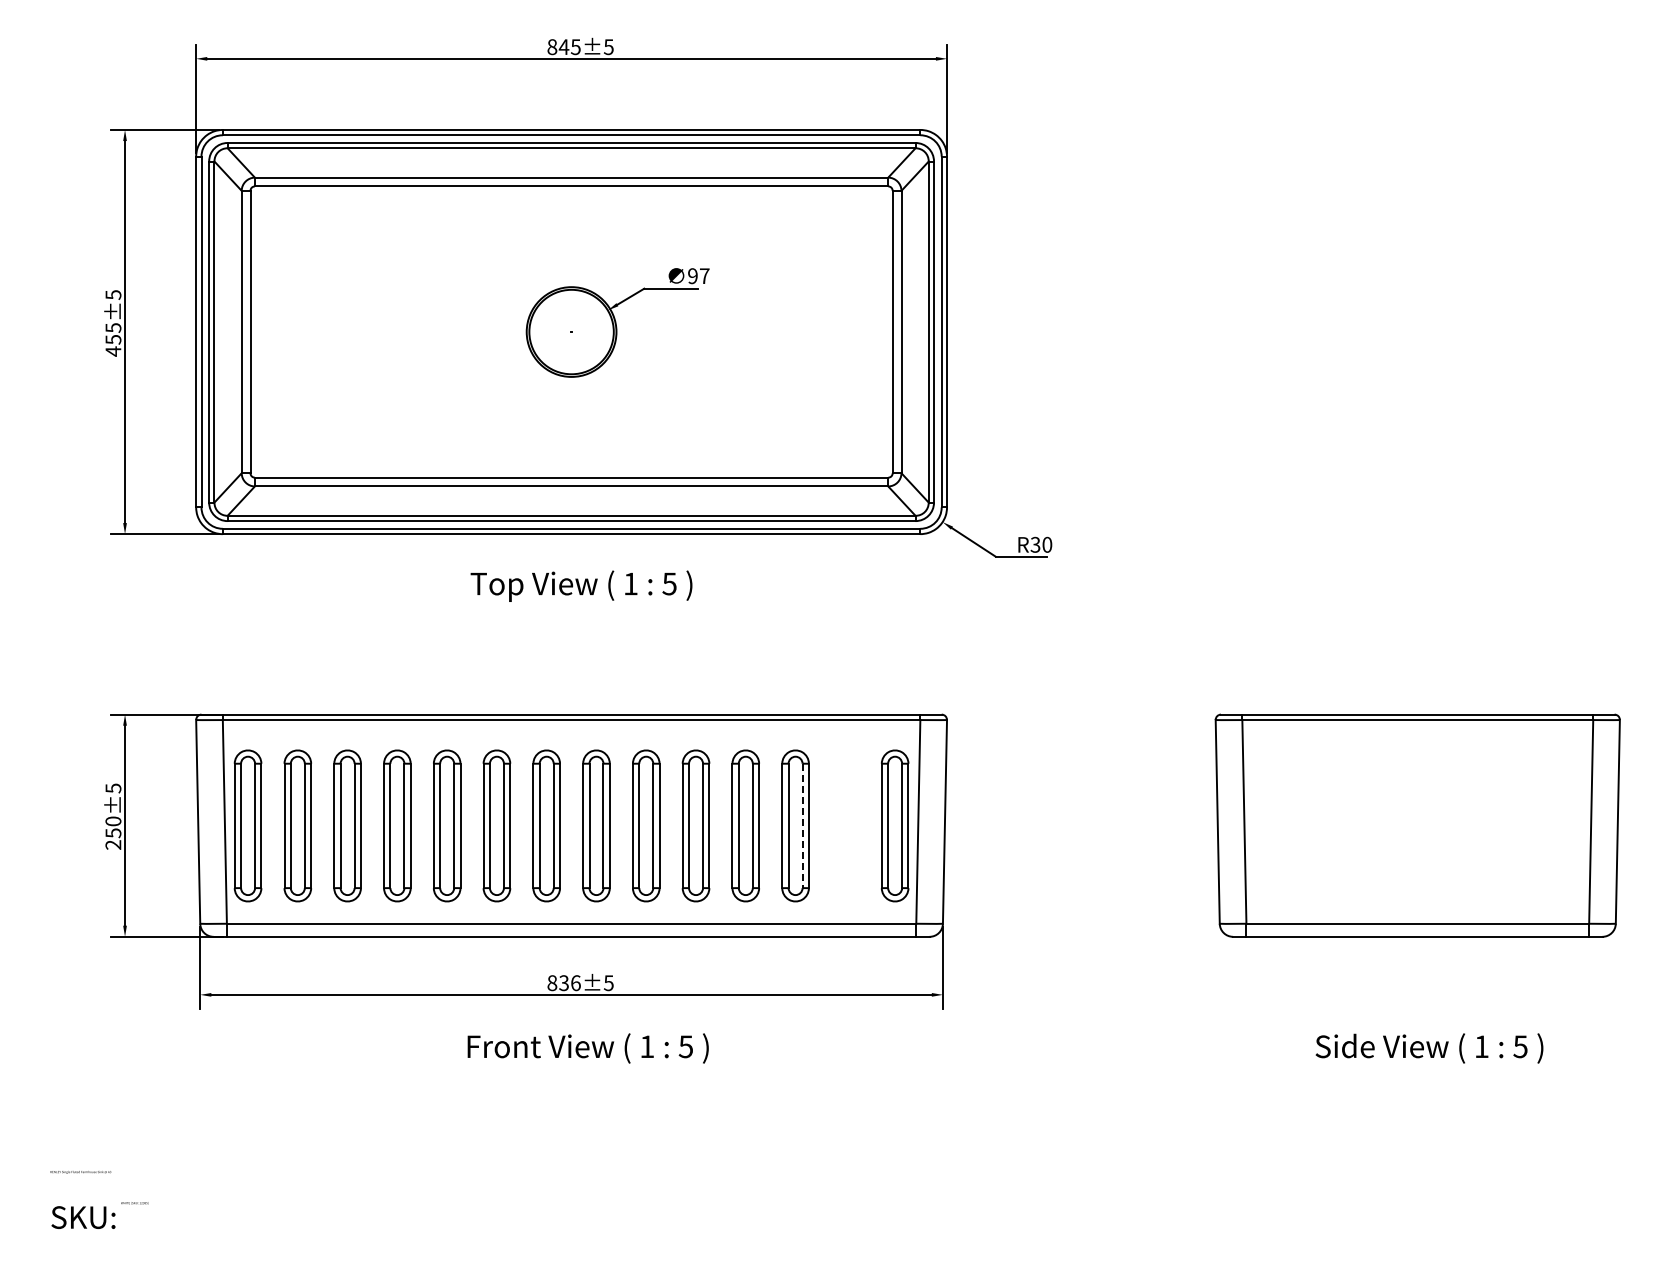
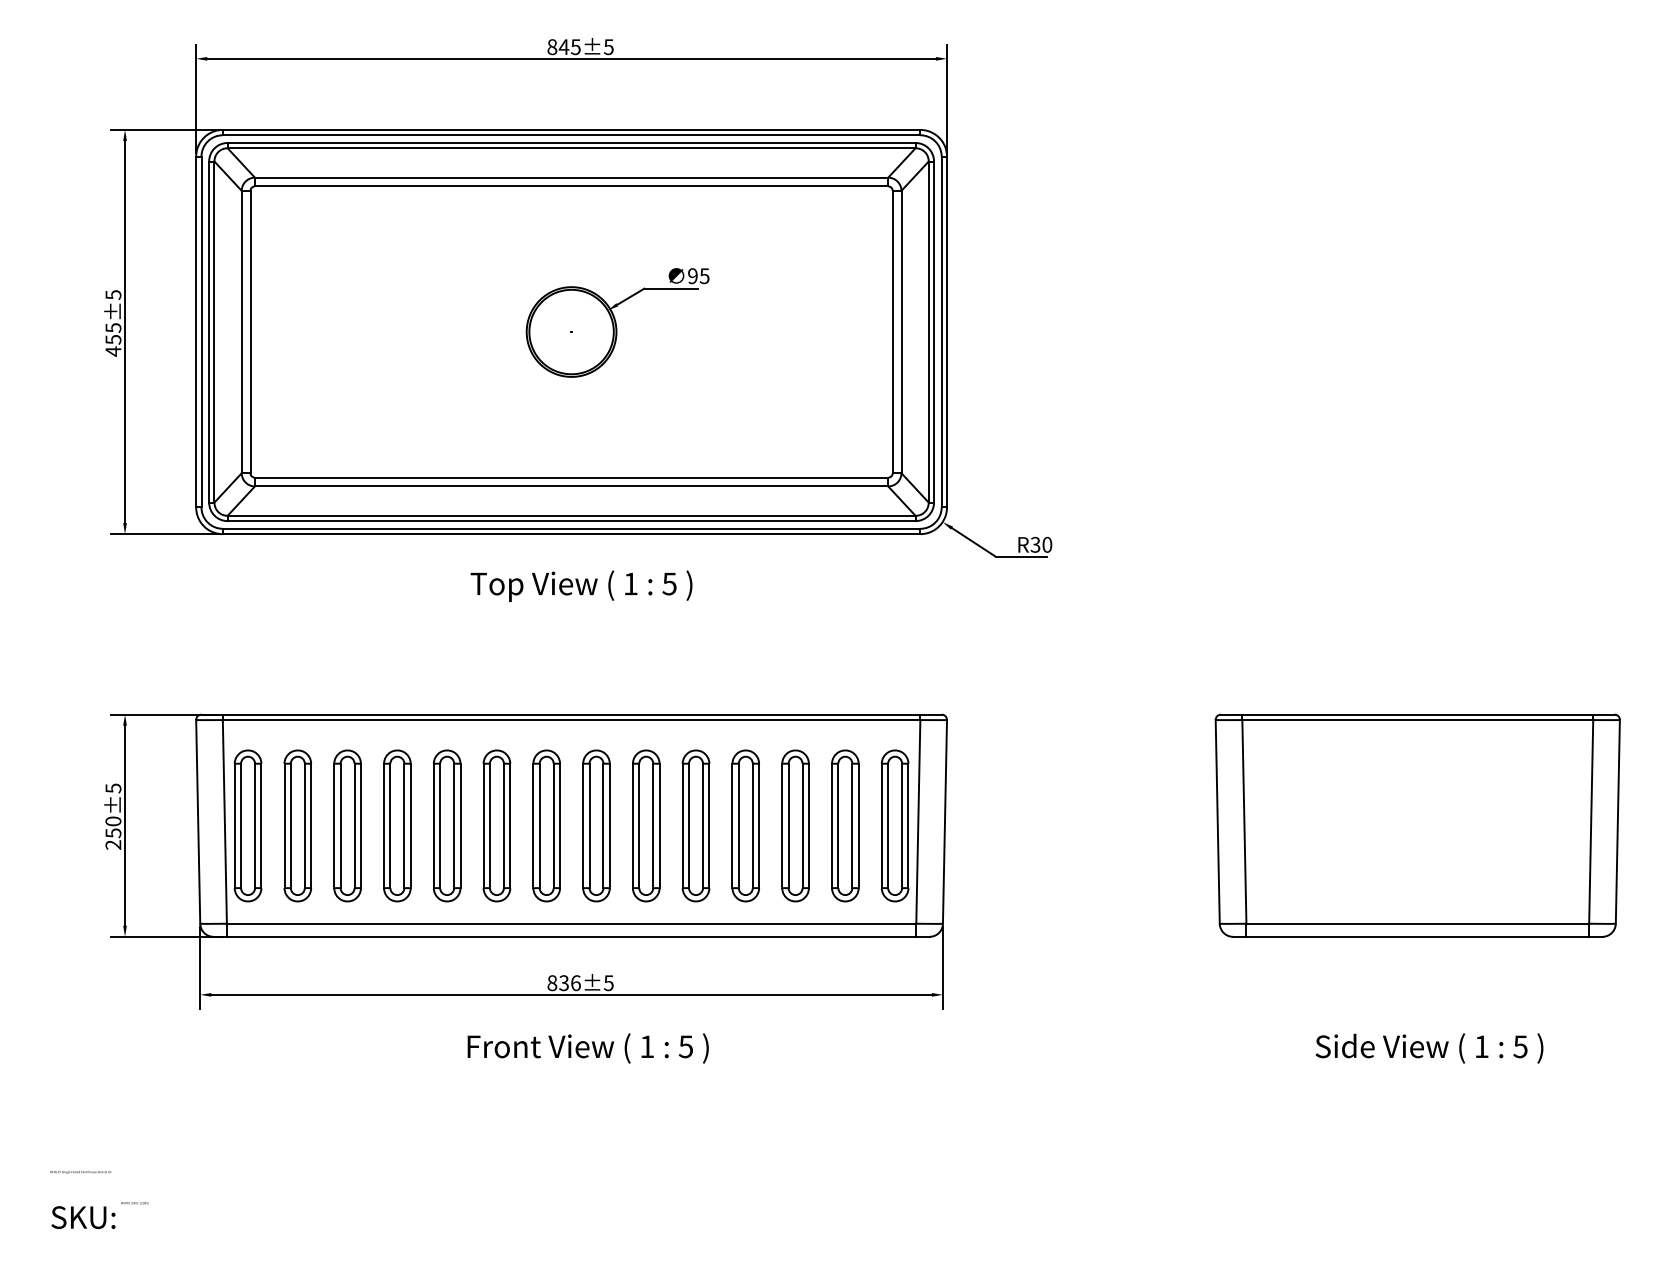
text at (704, 276): 97 -> 95
part at (845, 825): none -> present
line at (802, 826): dashed -> solid
